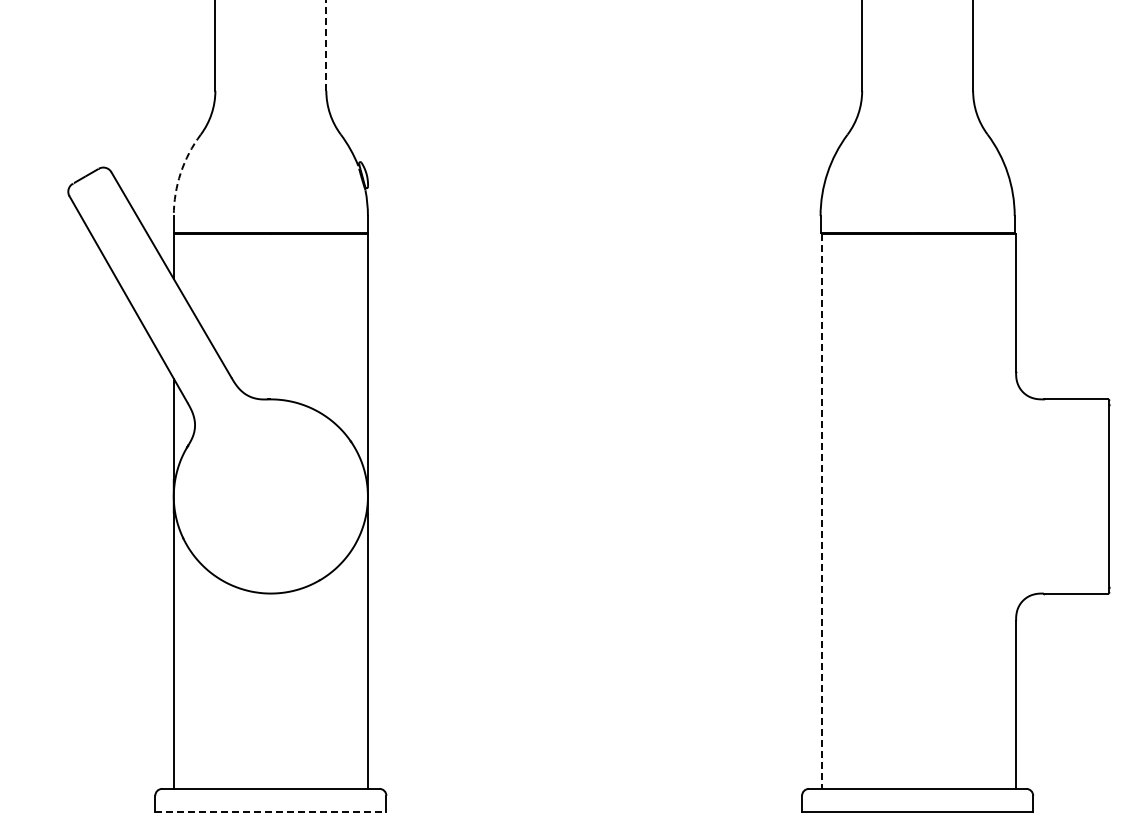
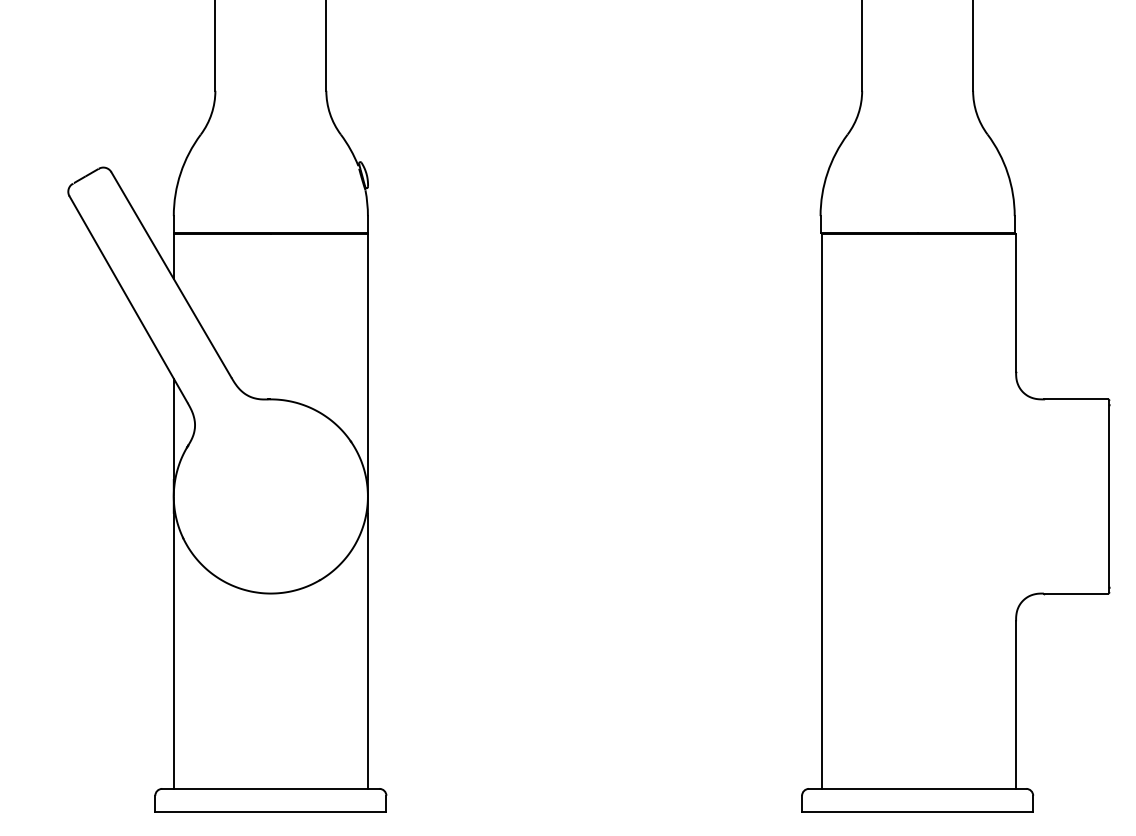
line at (326, 45): dashed -> solid
arc at (180, 173): dashed -> solid
line at (821, 512): dashed -> solid
line at (270, 811): dashed -> solid
